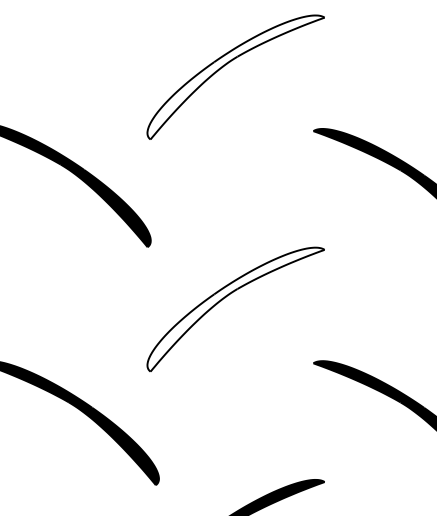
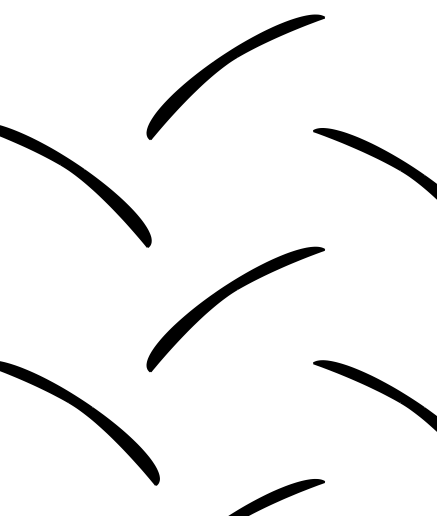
fill at (235, 77): none -> present
fill at (235, 309): none -> present
